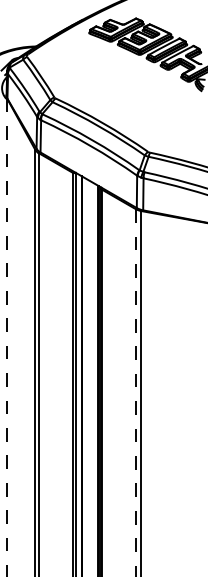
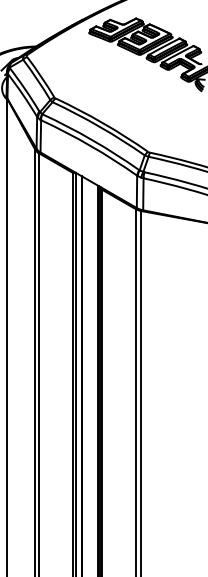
line at (7, 337): dashed -> solid
line at (135, 393): dashed -> solid
